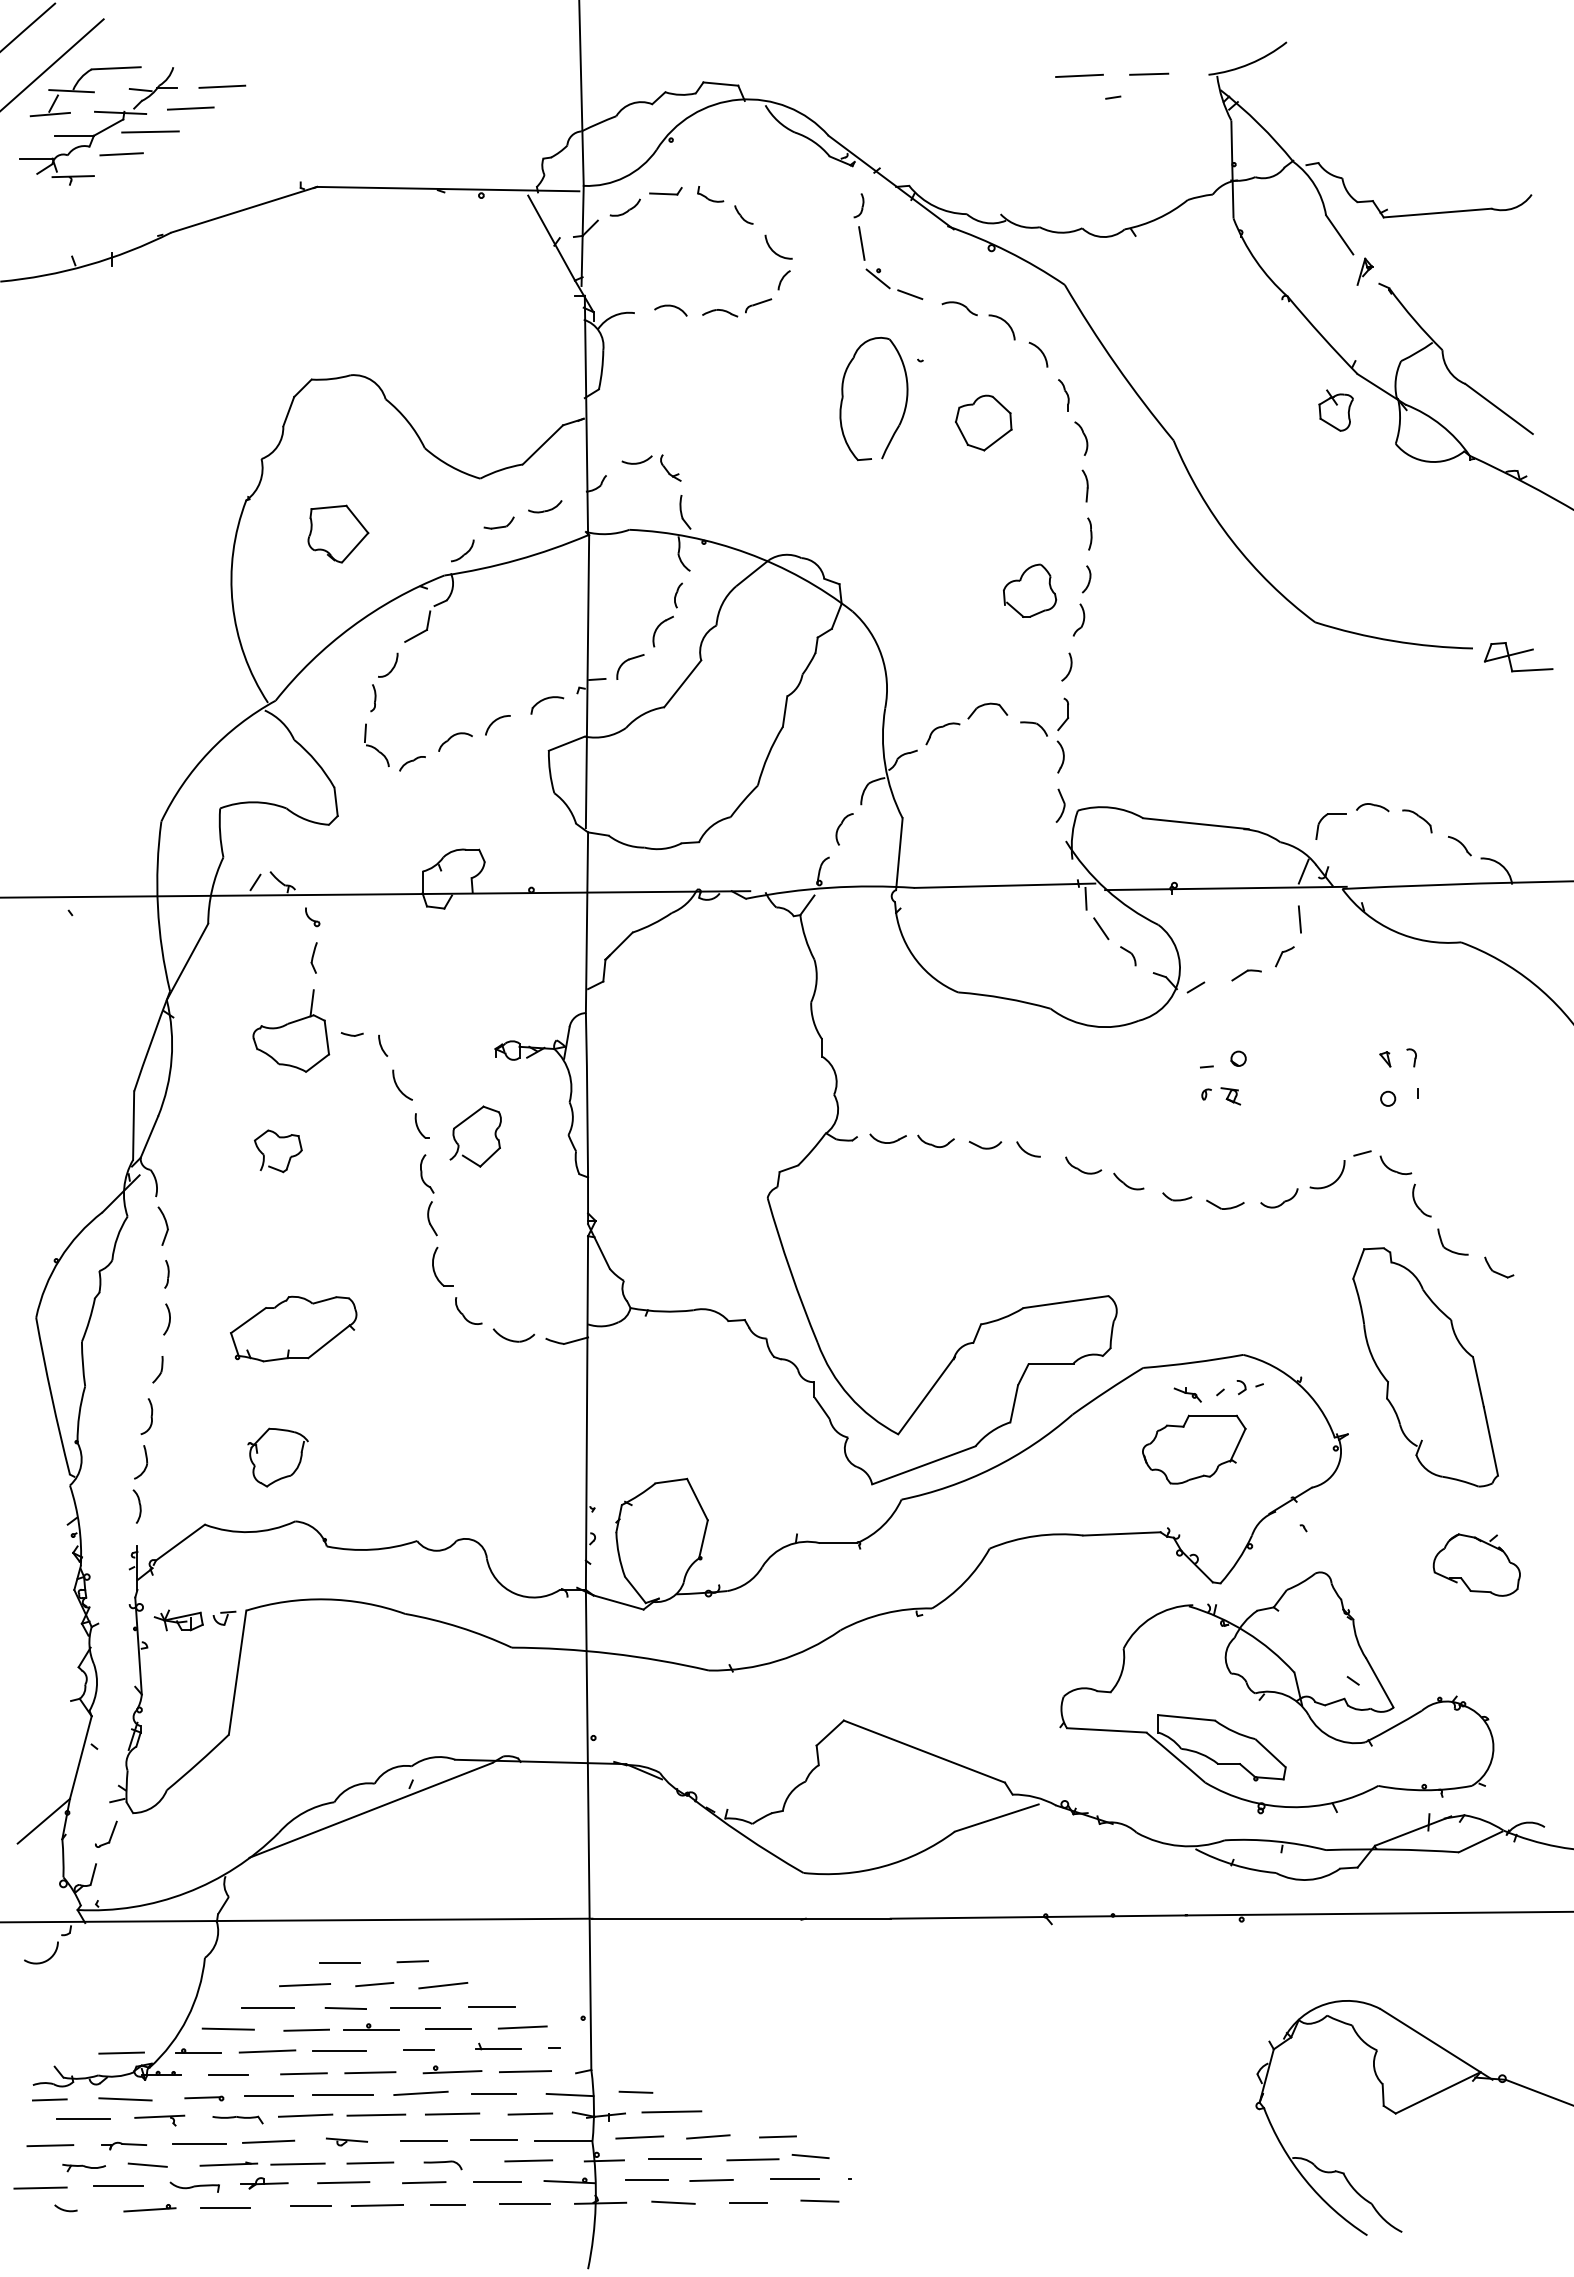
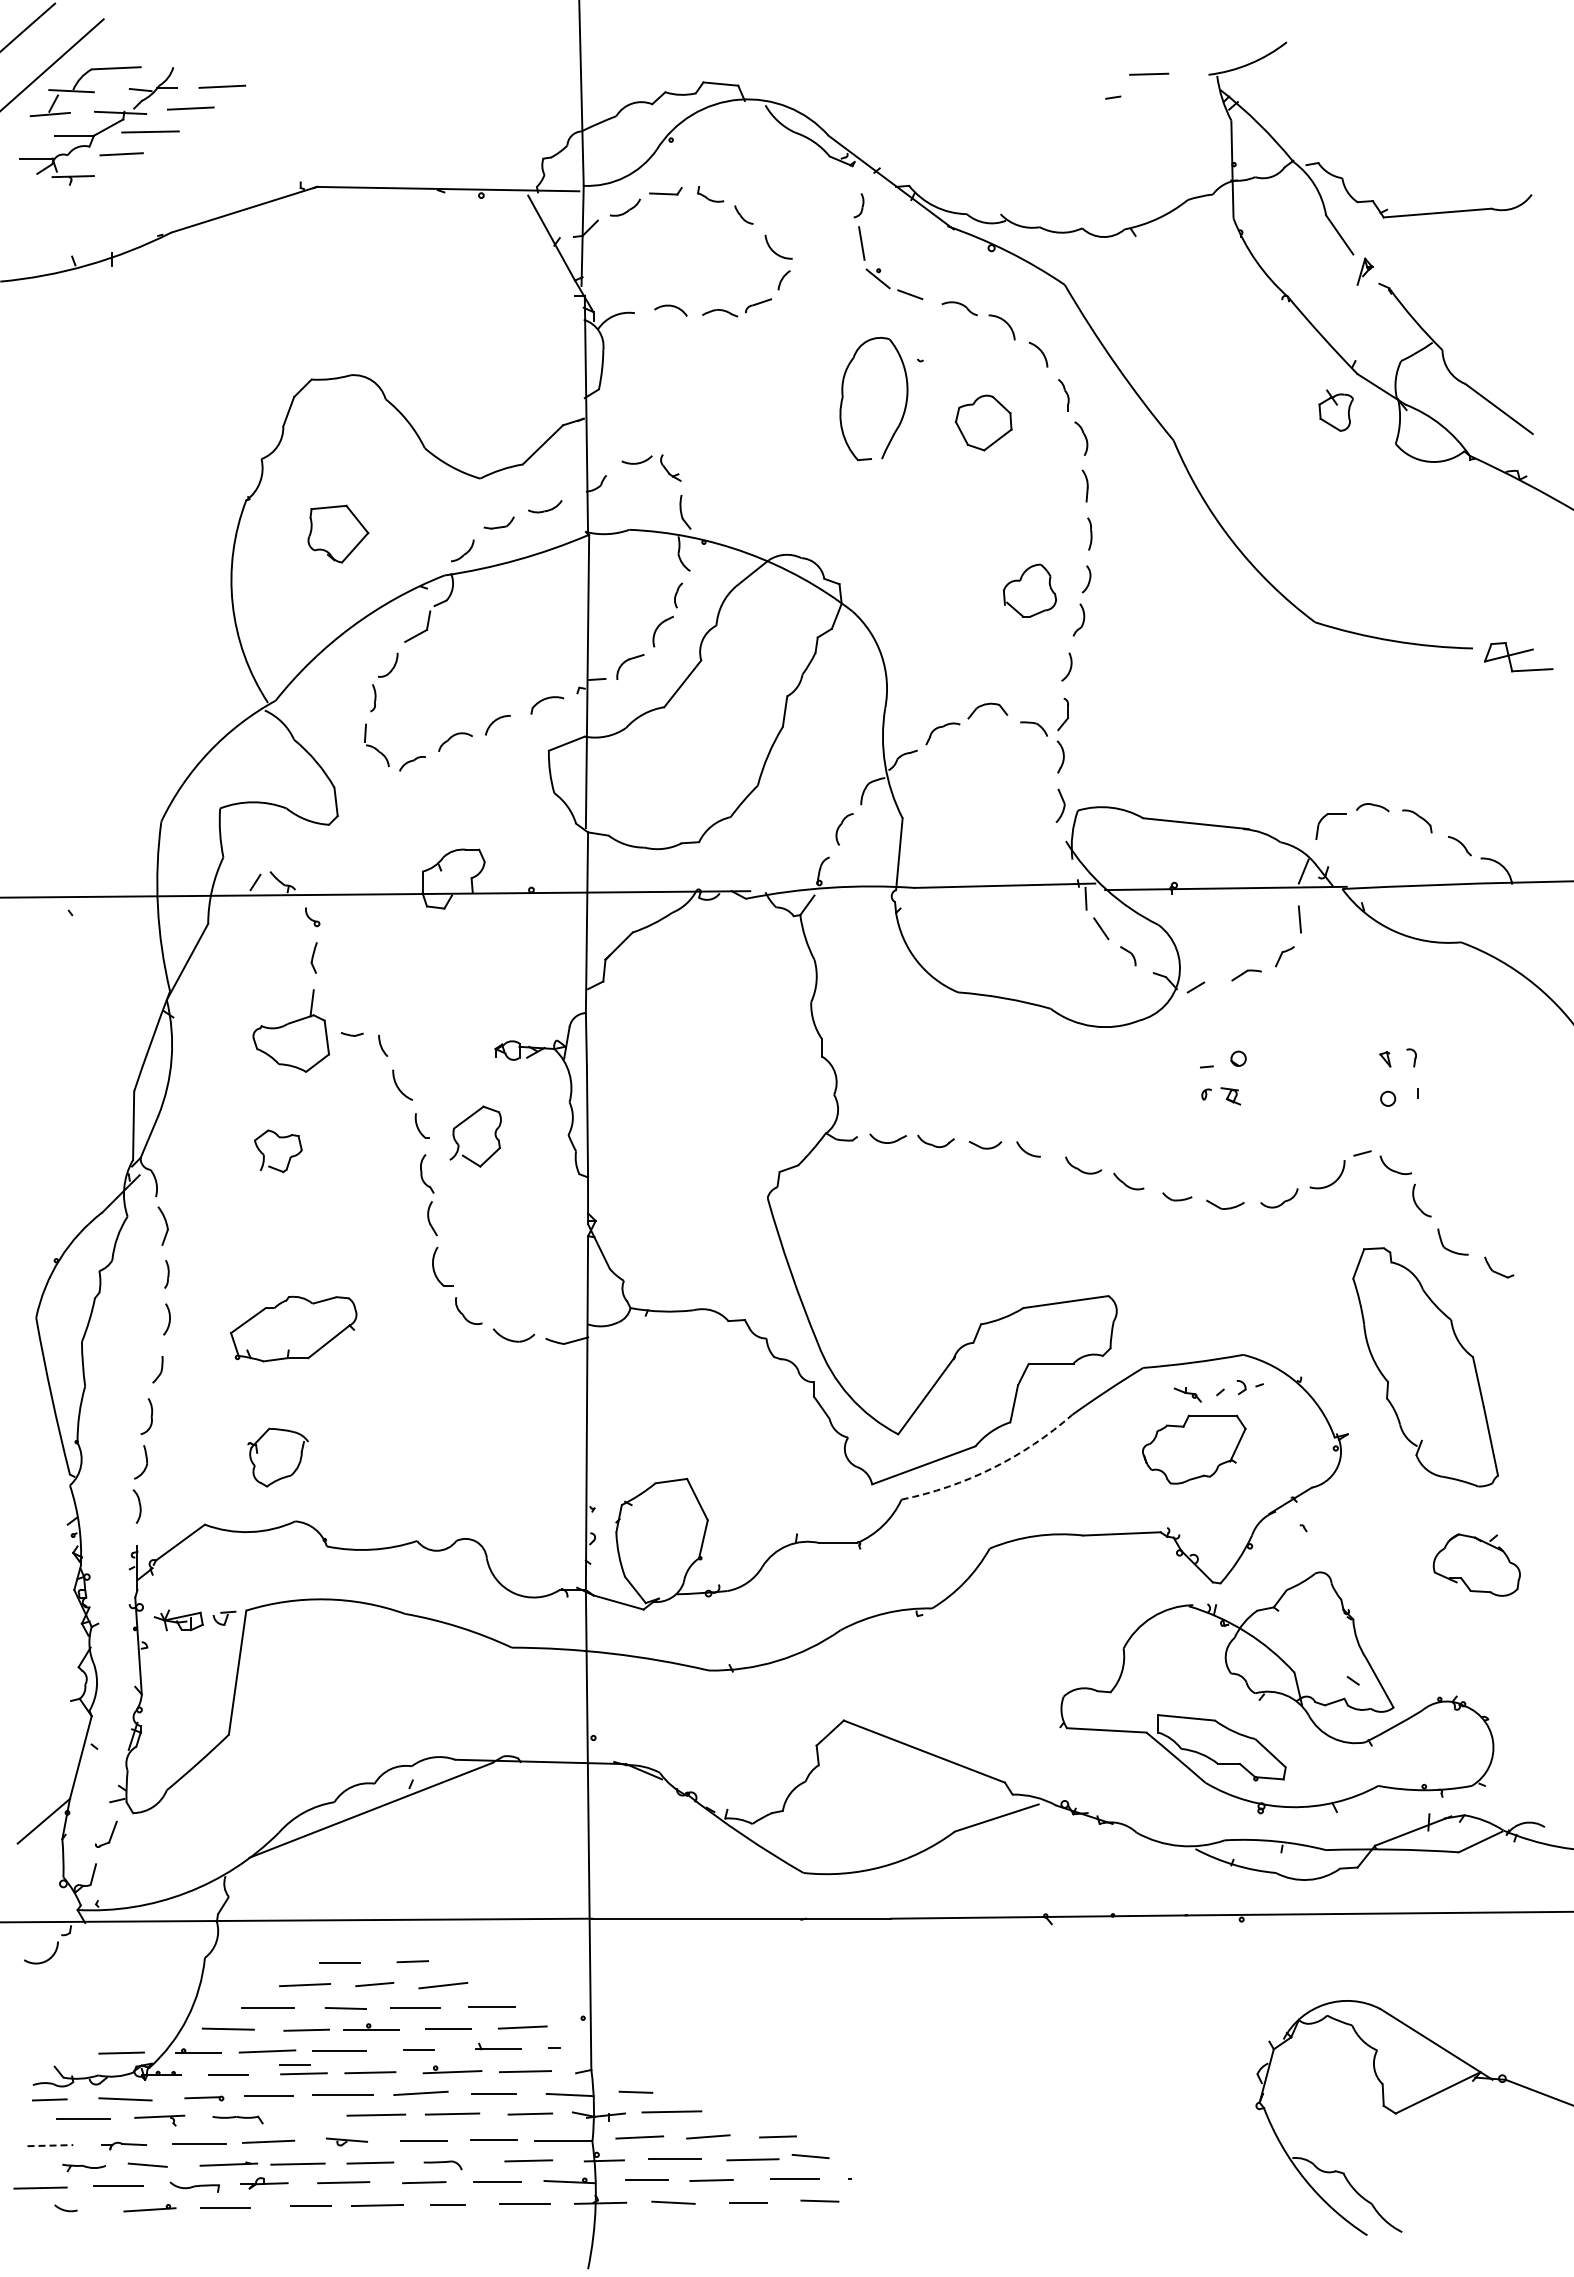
line at (1079, 75): present -> none
arc at (992, 1468): solid -> dashed
line at (294, 2064): none -> present
line at (305, 2115): present -> none
line at (50, 2145): solid -> dashed
